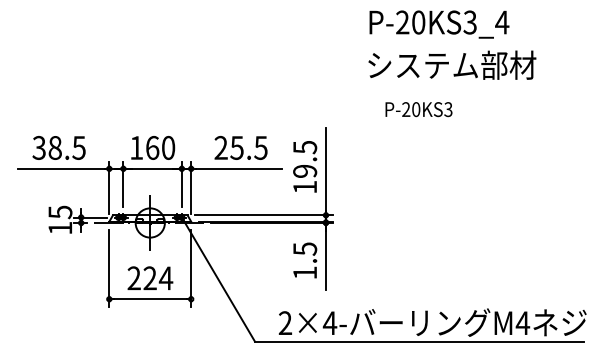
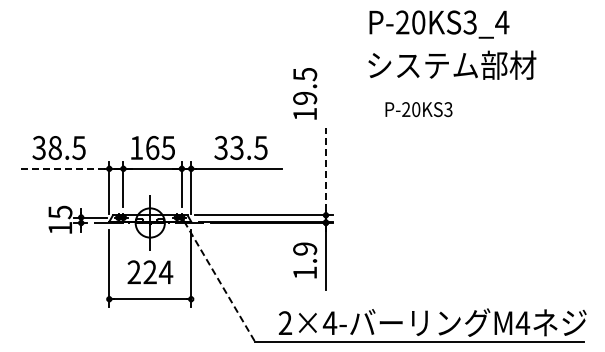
text at (168, 147): 160 -> 165
text at (228, 147): 25.5 -> 33.5
text at (305, 166) position: (305, 166) -> (305, 93)
line at (61, 168): solid -> dashed
line at (325, 169): solid -> dashed
text at (305, 248): 1.5 -> 1.9
text at (150, 277) position: (150, 277) -> (150, 271)
line at (219, 281): solid -> dashed
